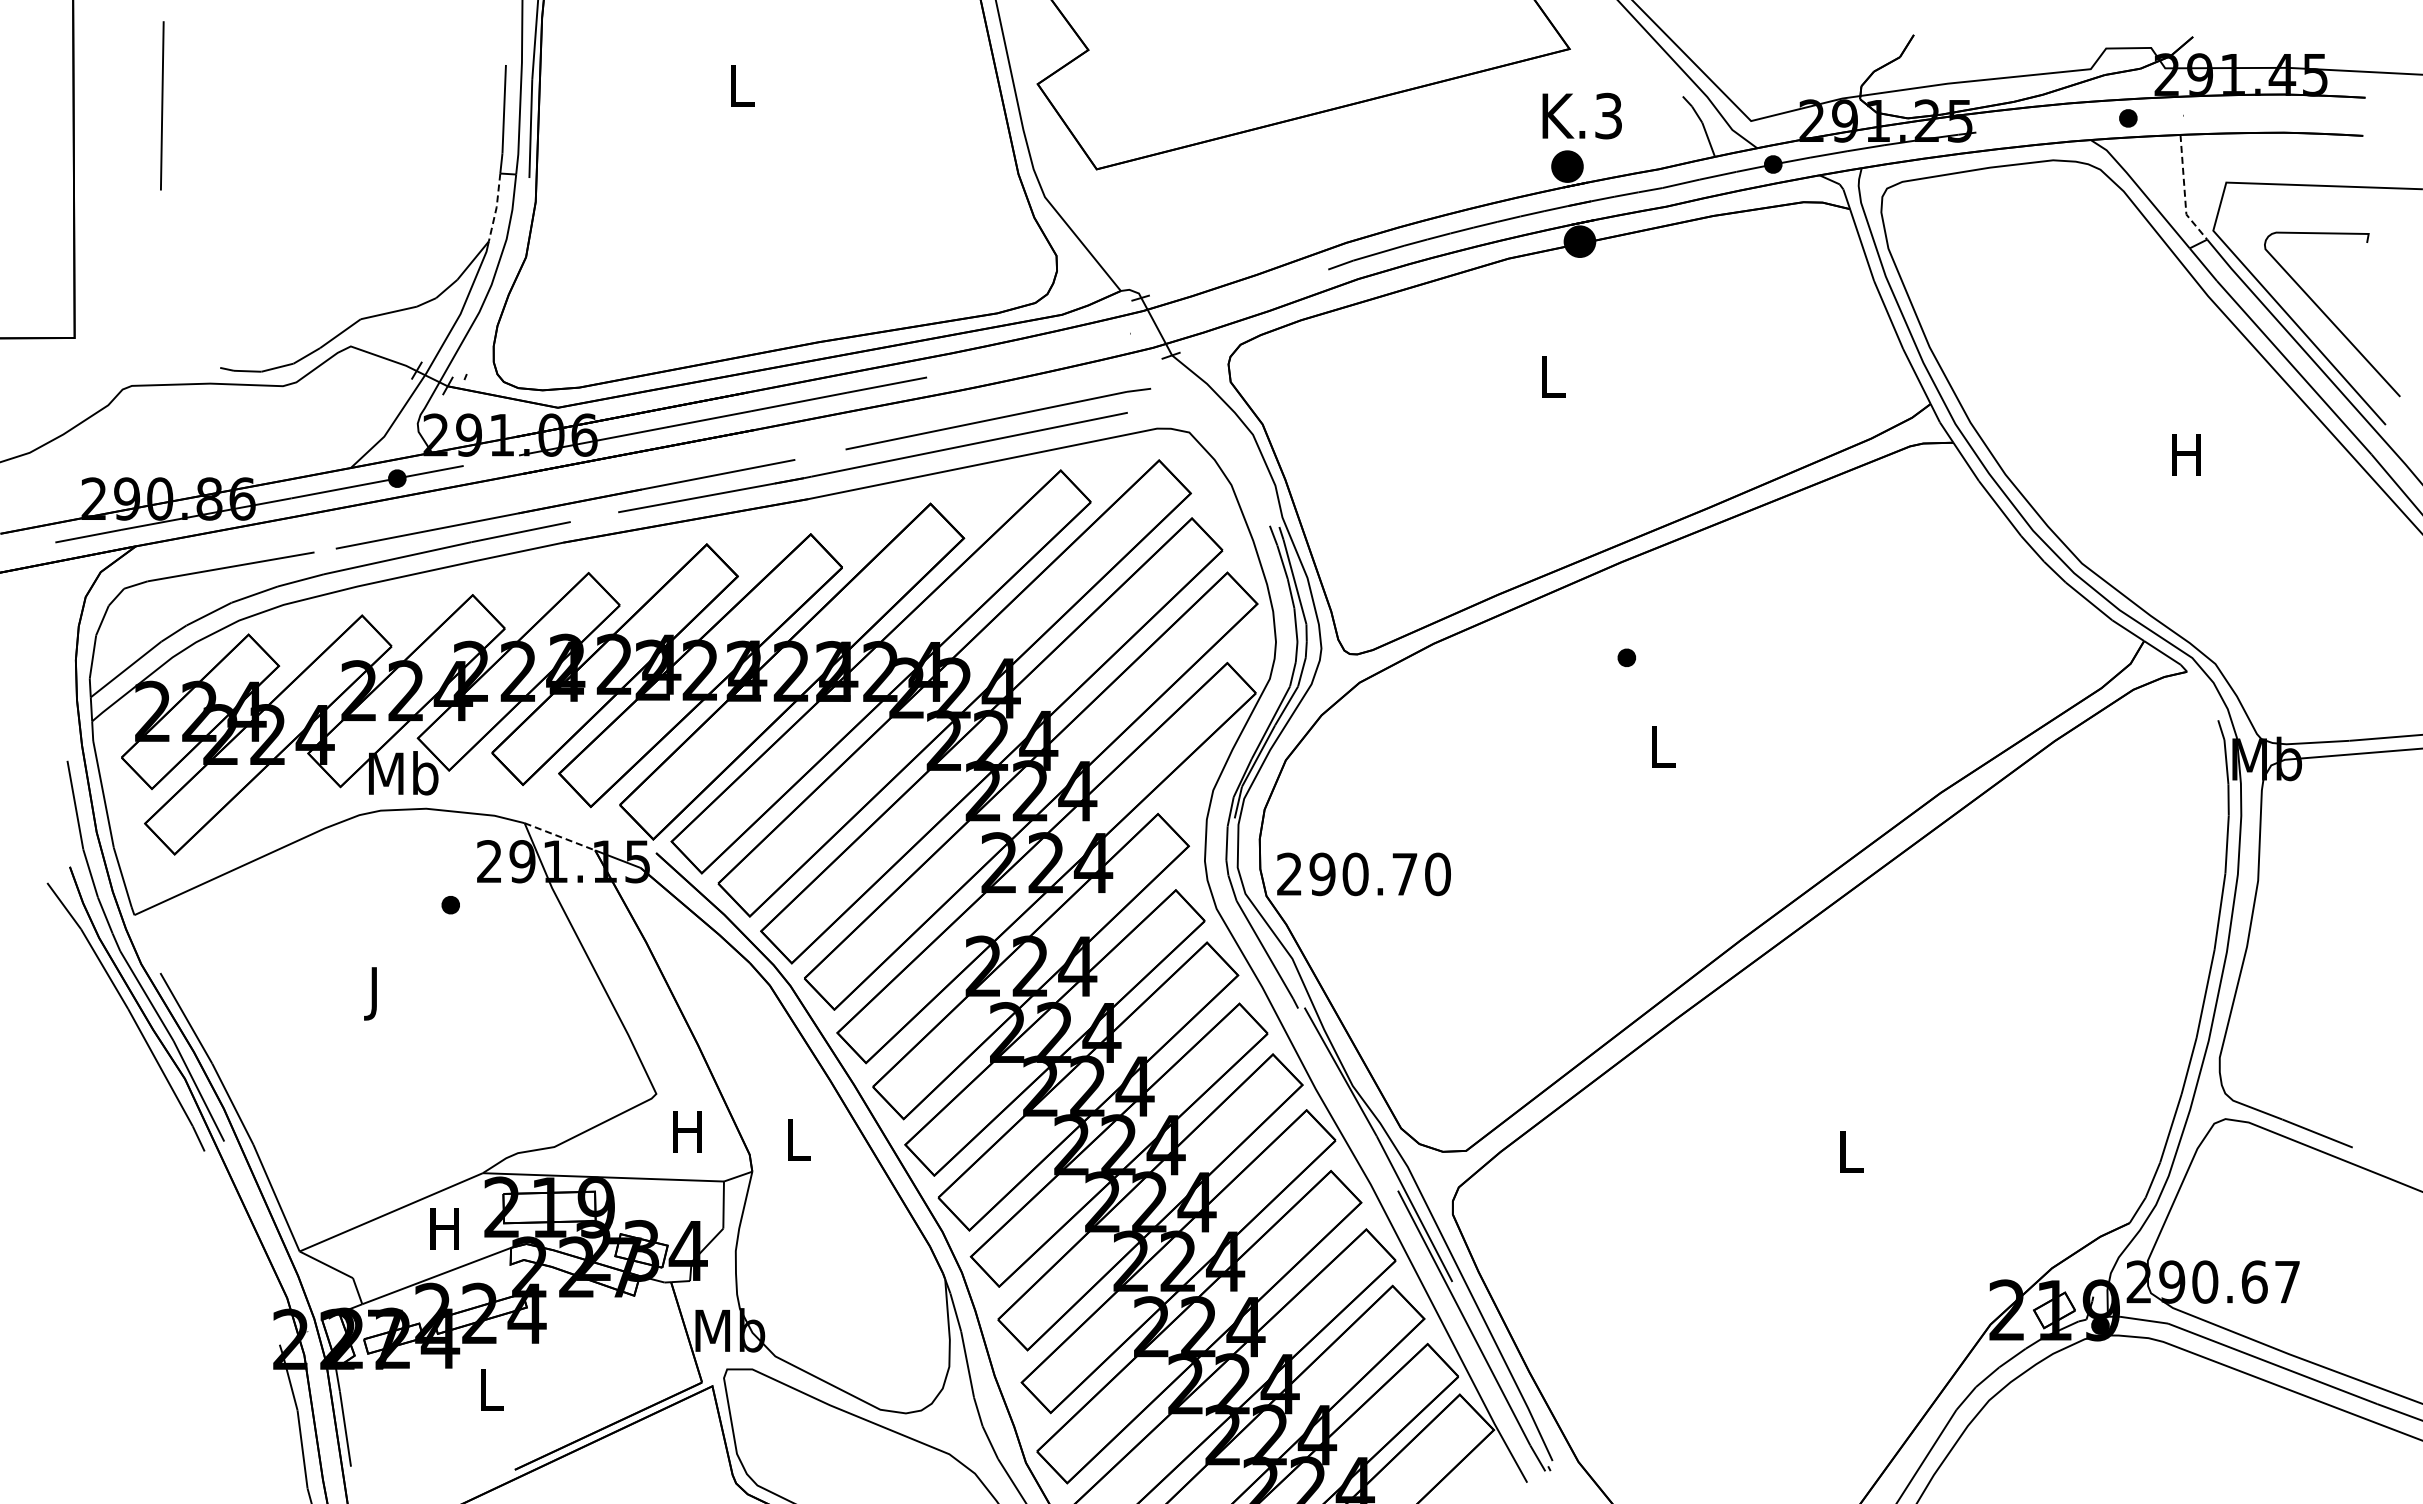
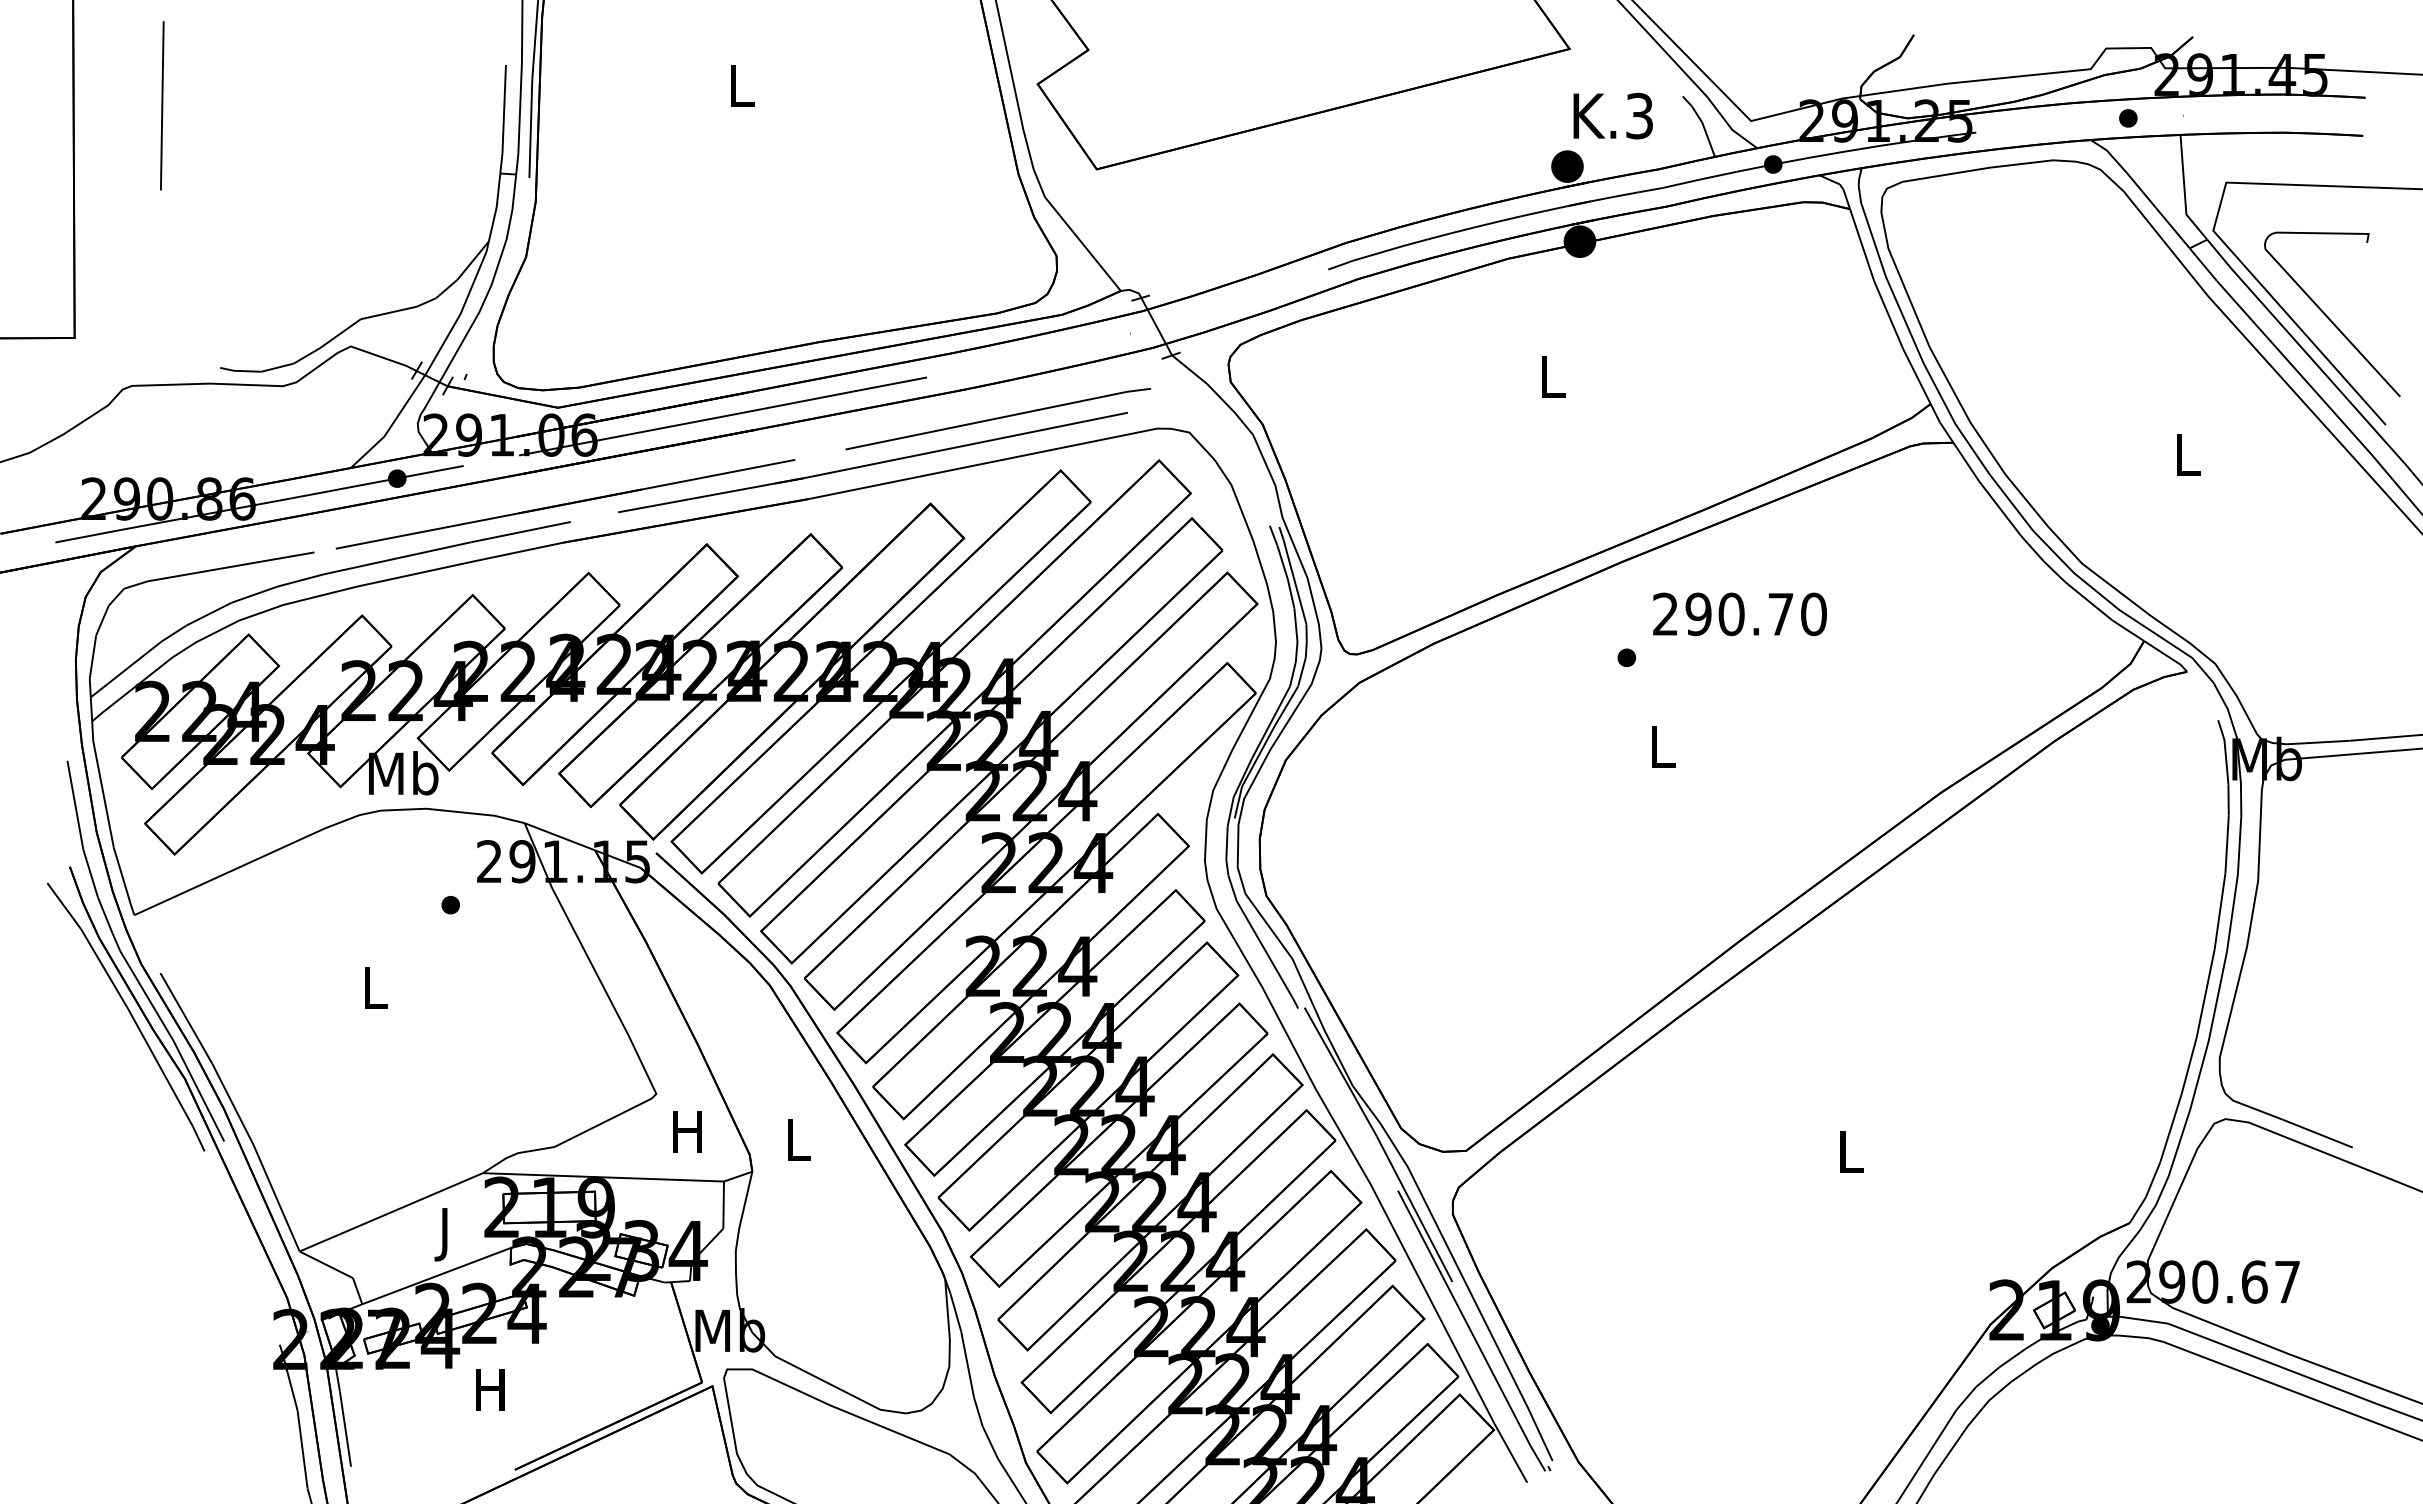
text at (1581, 115) position: (1581, 115) -> (1612, 115)
line at (2184, 191): dashed -> solid
line at (496, 208): dashed -> solid
text at (2186, 454): H -> L
line at (559, 836): dashed -> solid
text at (1363, 874) position: (1363, 874) -> (1739, 614)
text at (375, 993): J -> L
text at (444, 1234): H -> J
text at (490, 1389): L -> H
